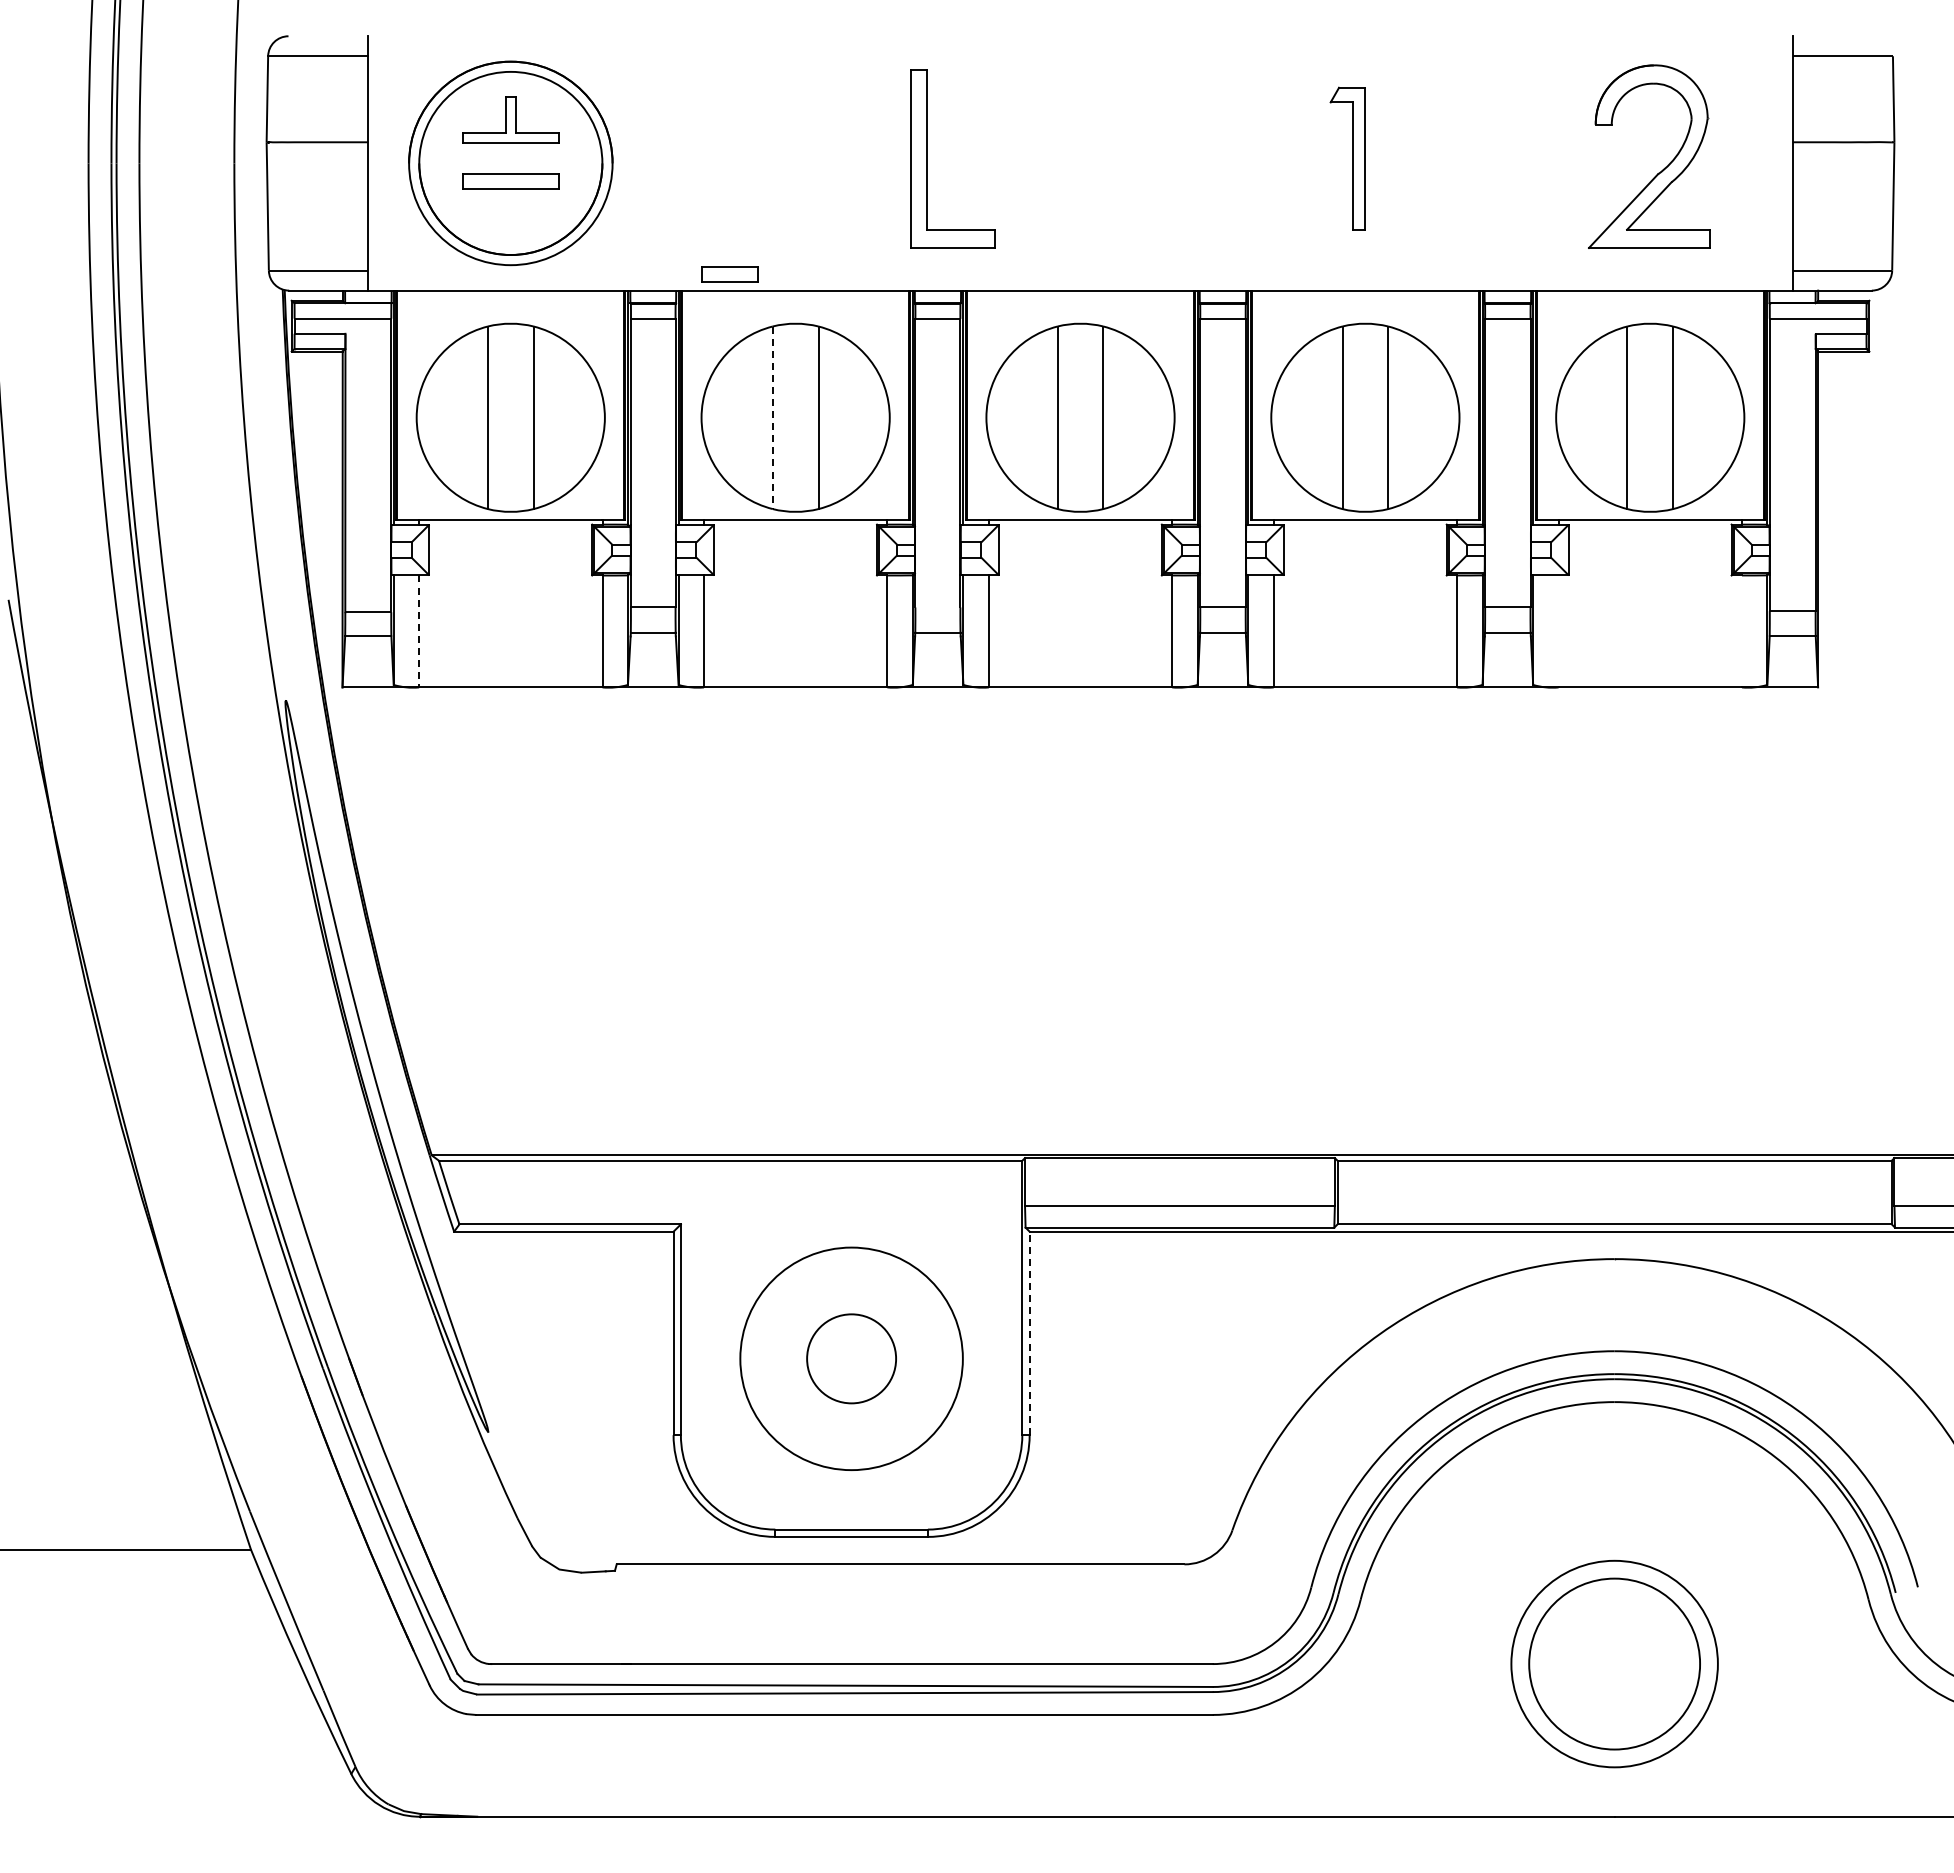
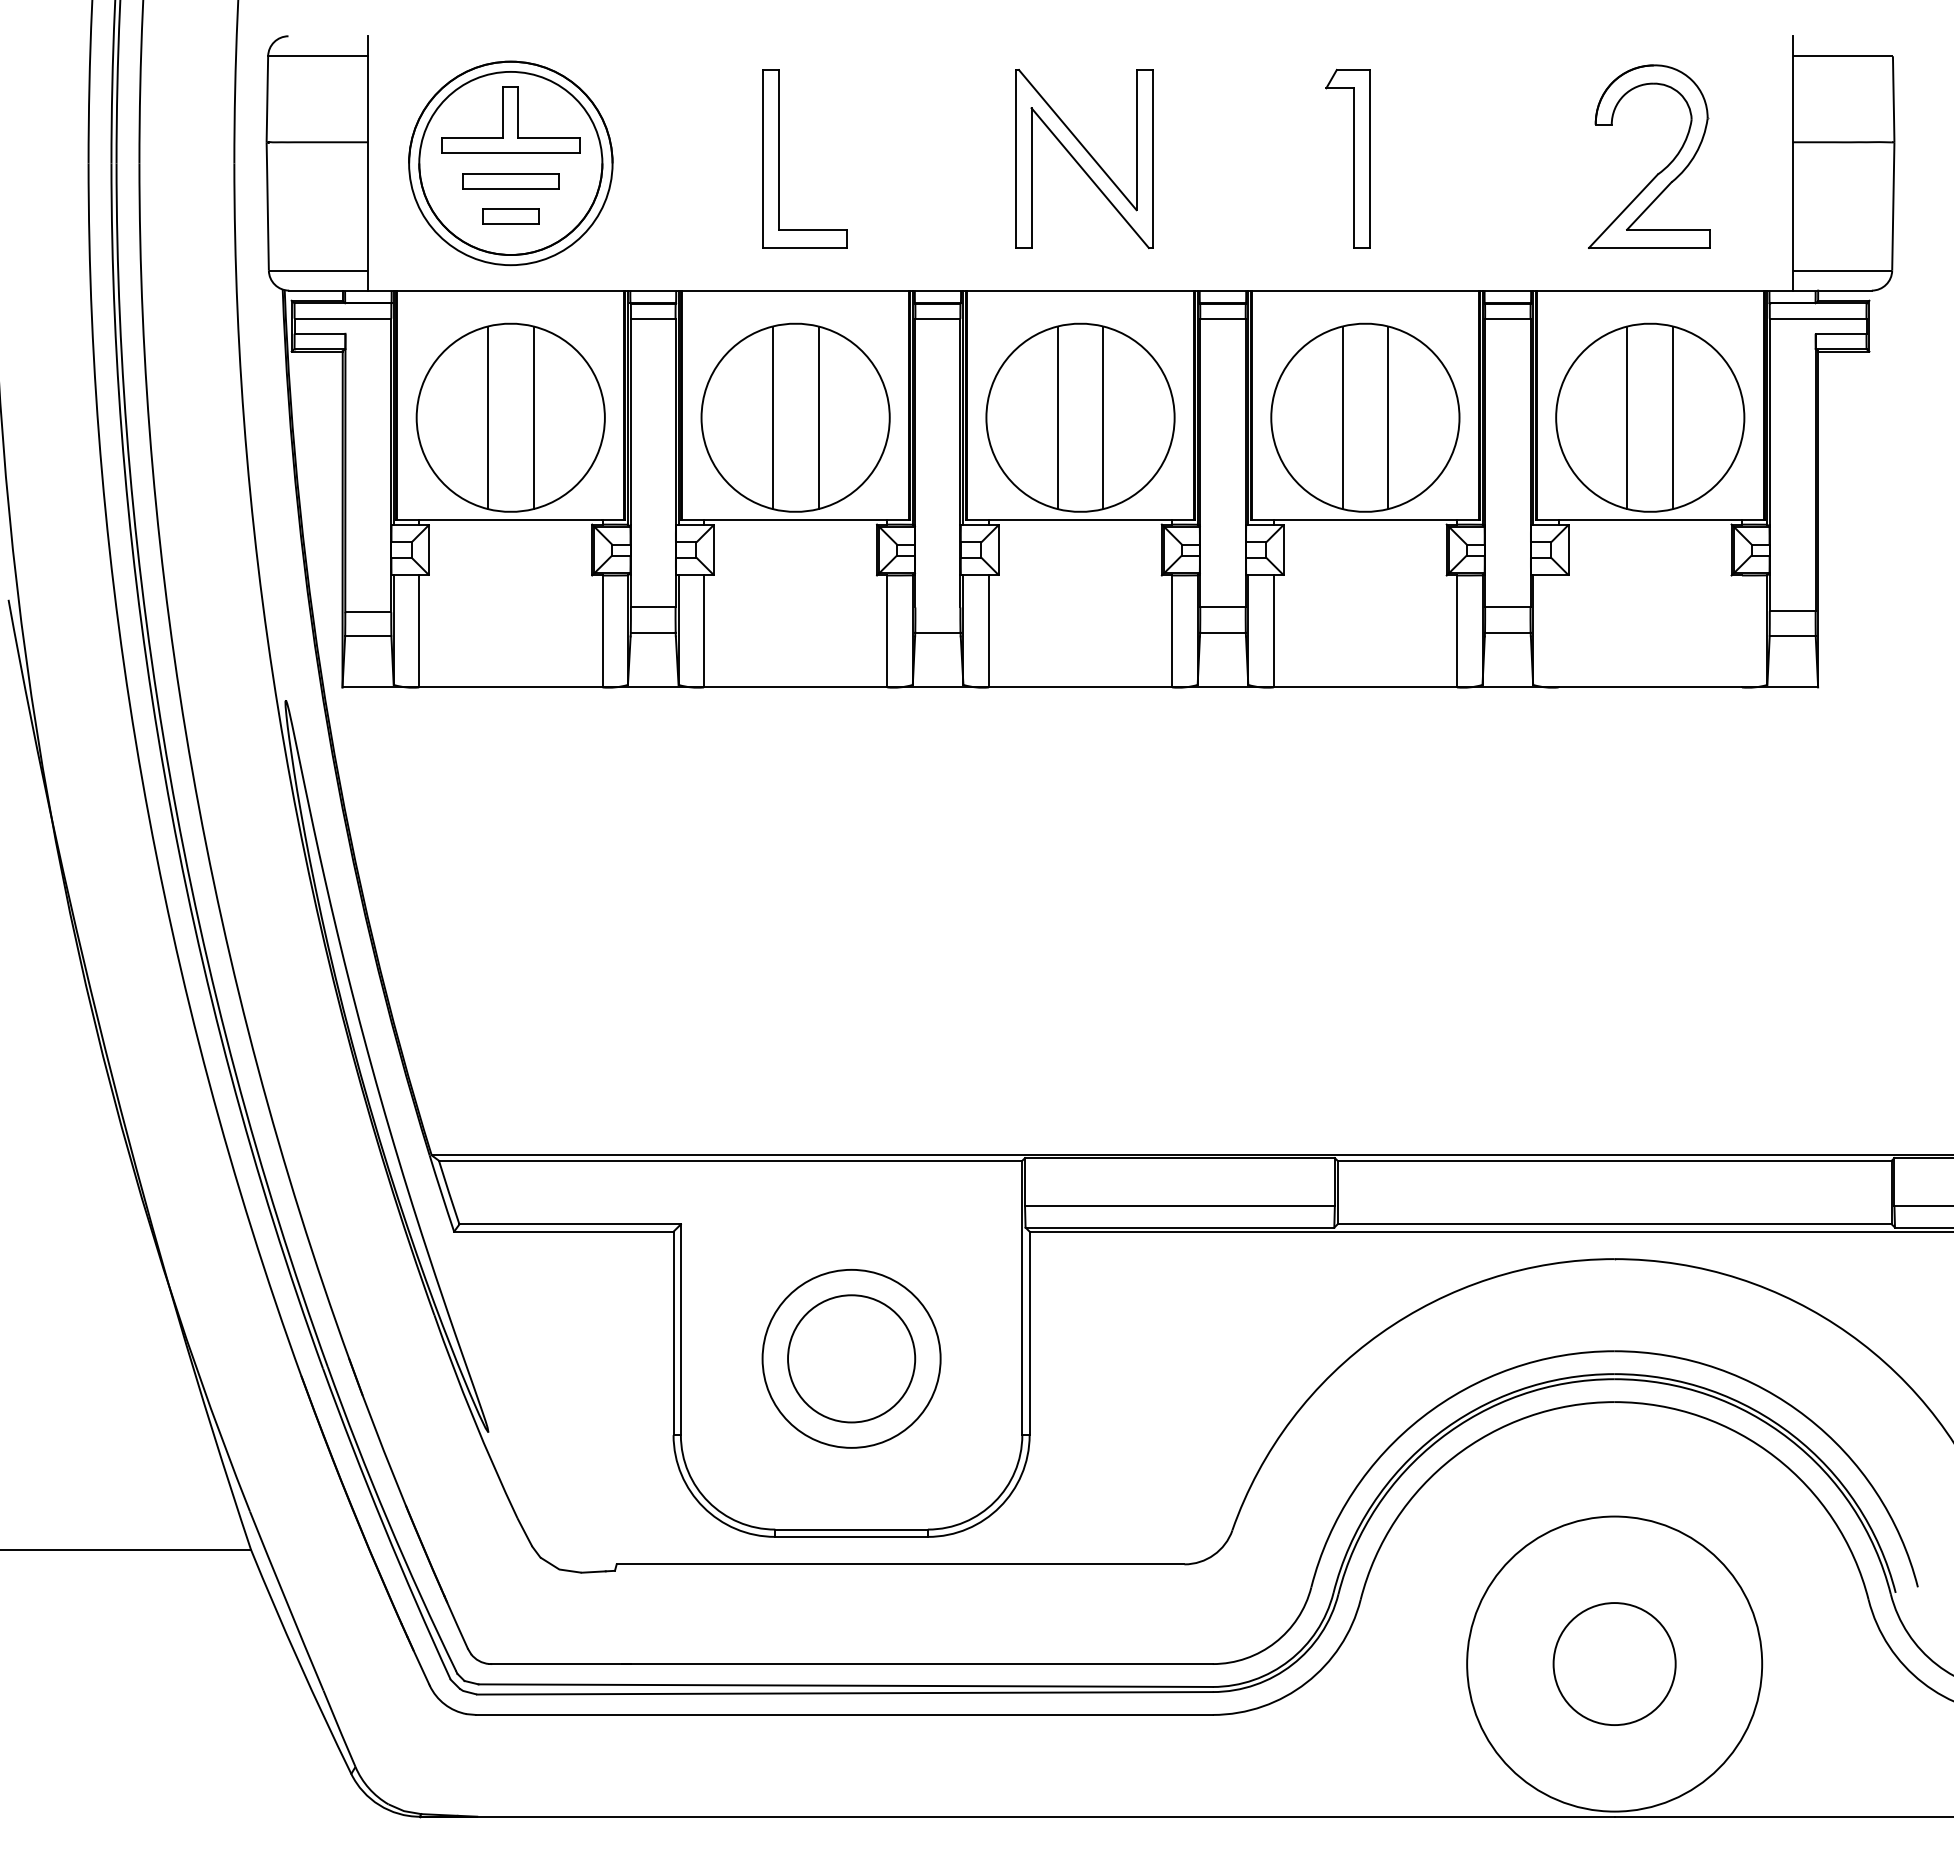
part at (510, 119) size: 98x48 px -> 140x68 px
part at (927, 158) position: (927, 158) -> (779, 158)
part at (1084, 158): none -> present
part at (1347, 158) size: 37x145 px -> 46x180 px
part at (729, 274) position: (729, 274) -> (510, 216)
line at (772, 418): dashed -> solid
line at (419, 631): dashed -> solid
line at (1029, 1333): dashed -> solid
circle at (851, 1358) diameter: 223 px -> 178 px
circle at (851, 1358) diameter: 89 px -> 127 px
circle at (1614, 1663) diameter: 171 px -> 122 px
circle at (1614, 1663) diameter: 207 px -> 295 px
